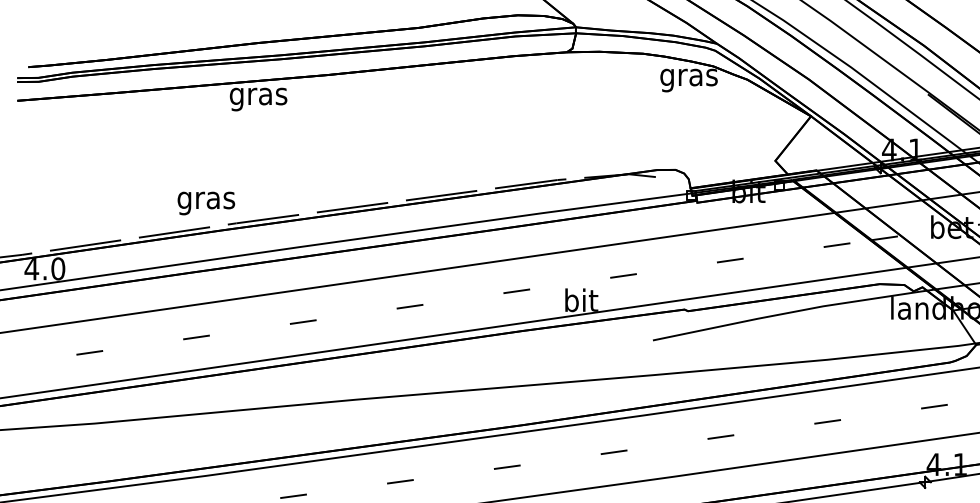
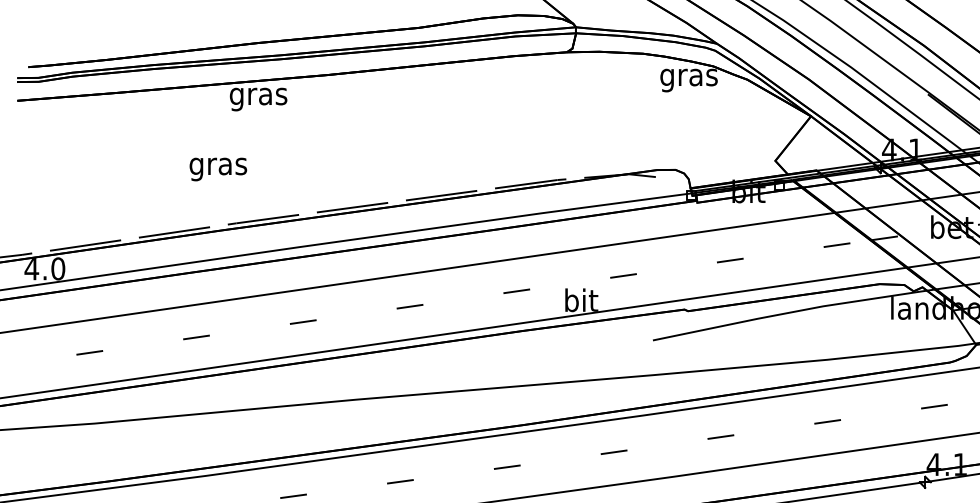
text at (206, 203) position: (206, 203) -> (218, 169)
